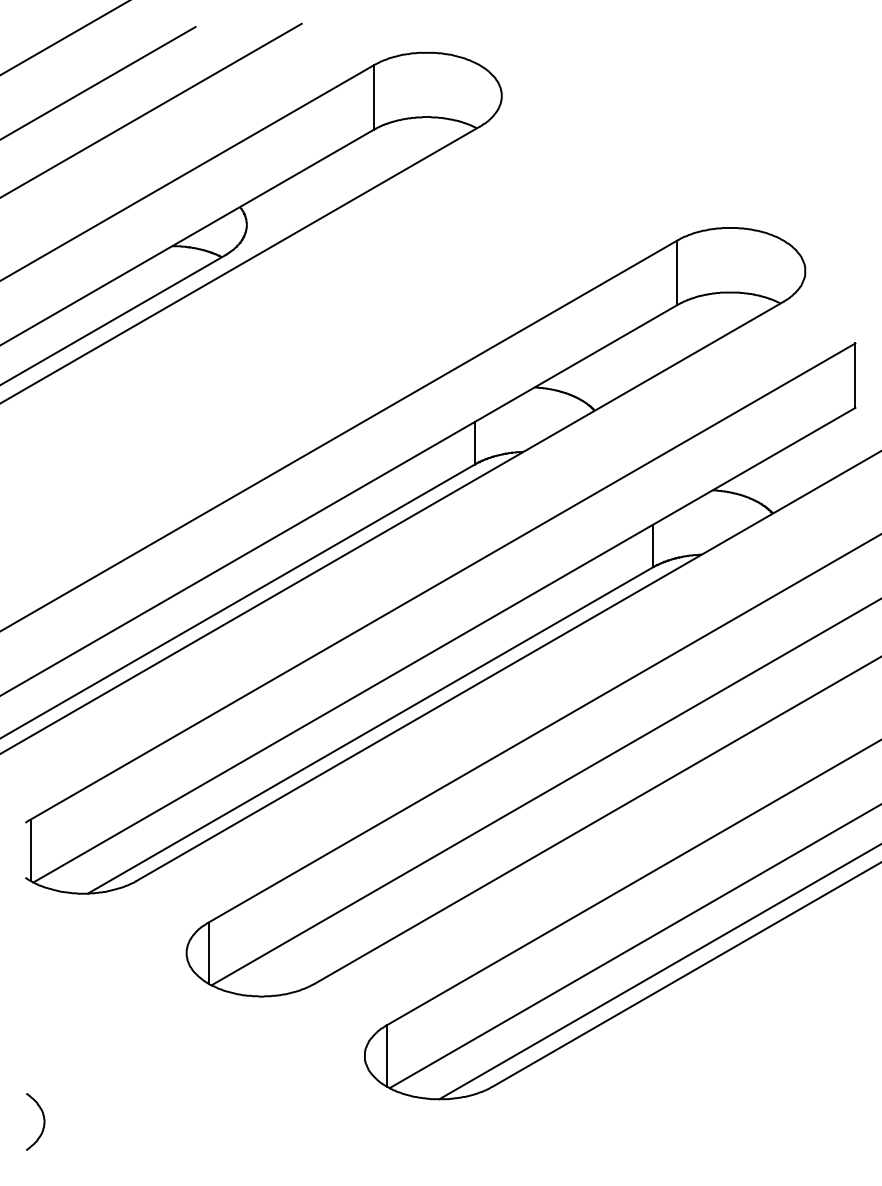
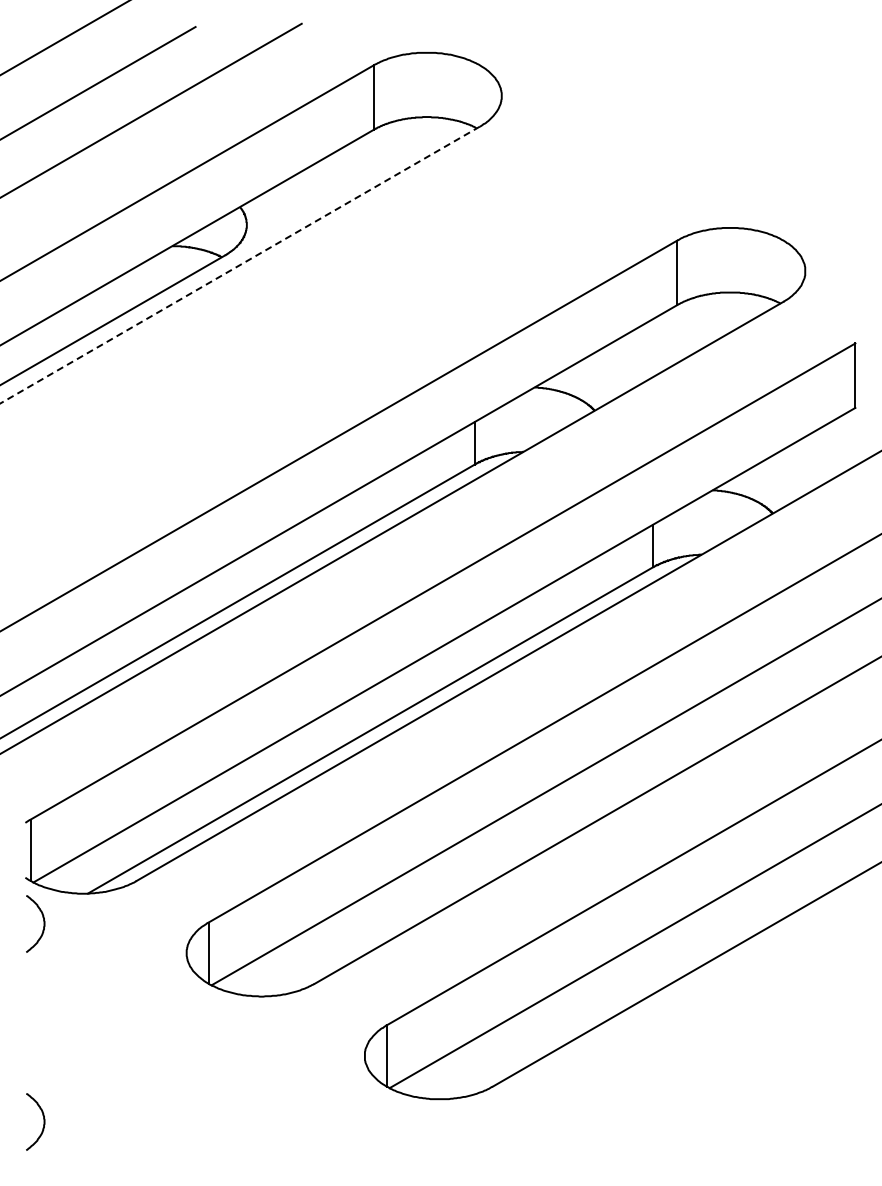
line at (240, 265): solid -> dashed
curve at (43, 923): none -> present
line at (658, 972): present -> none
